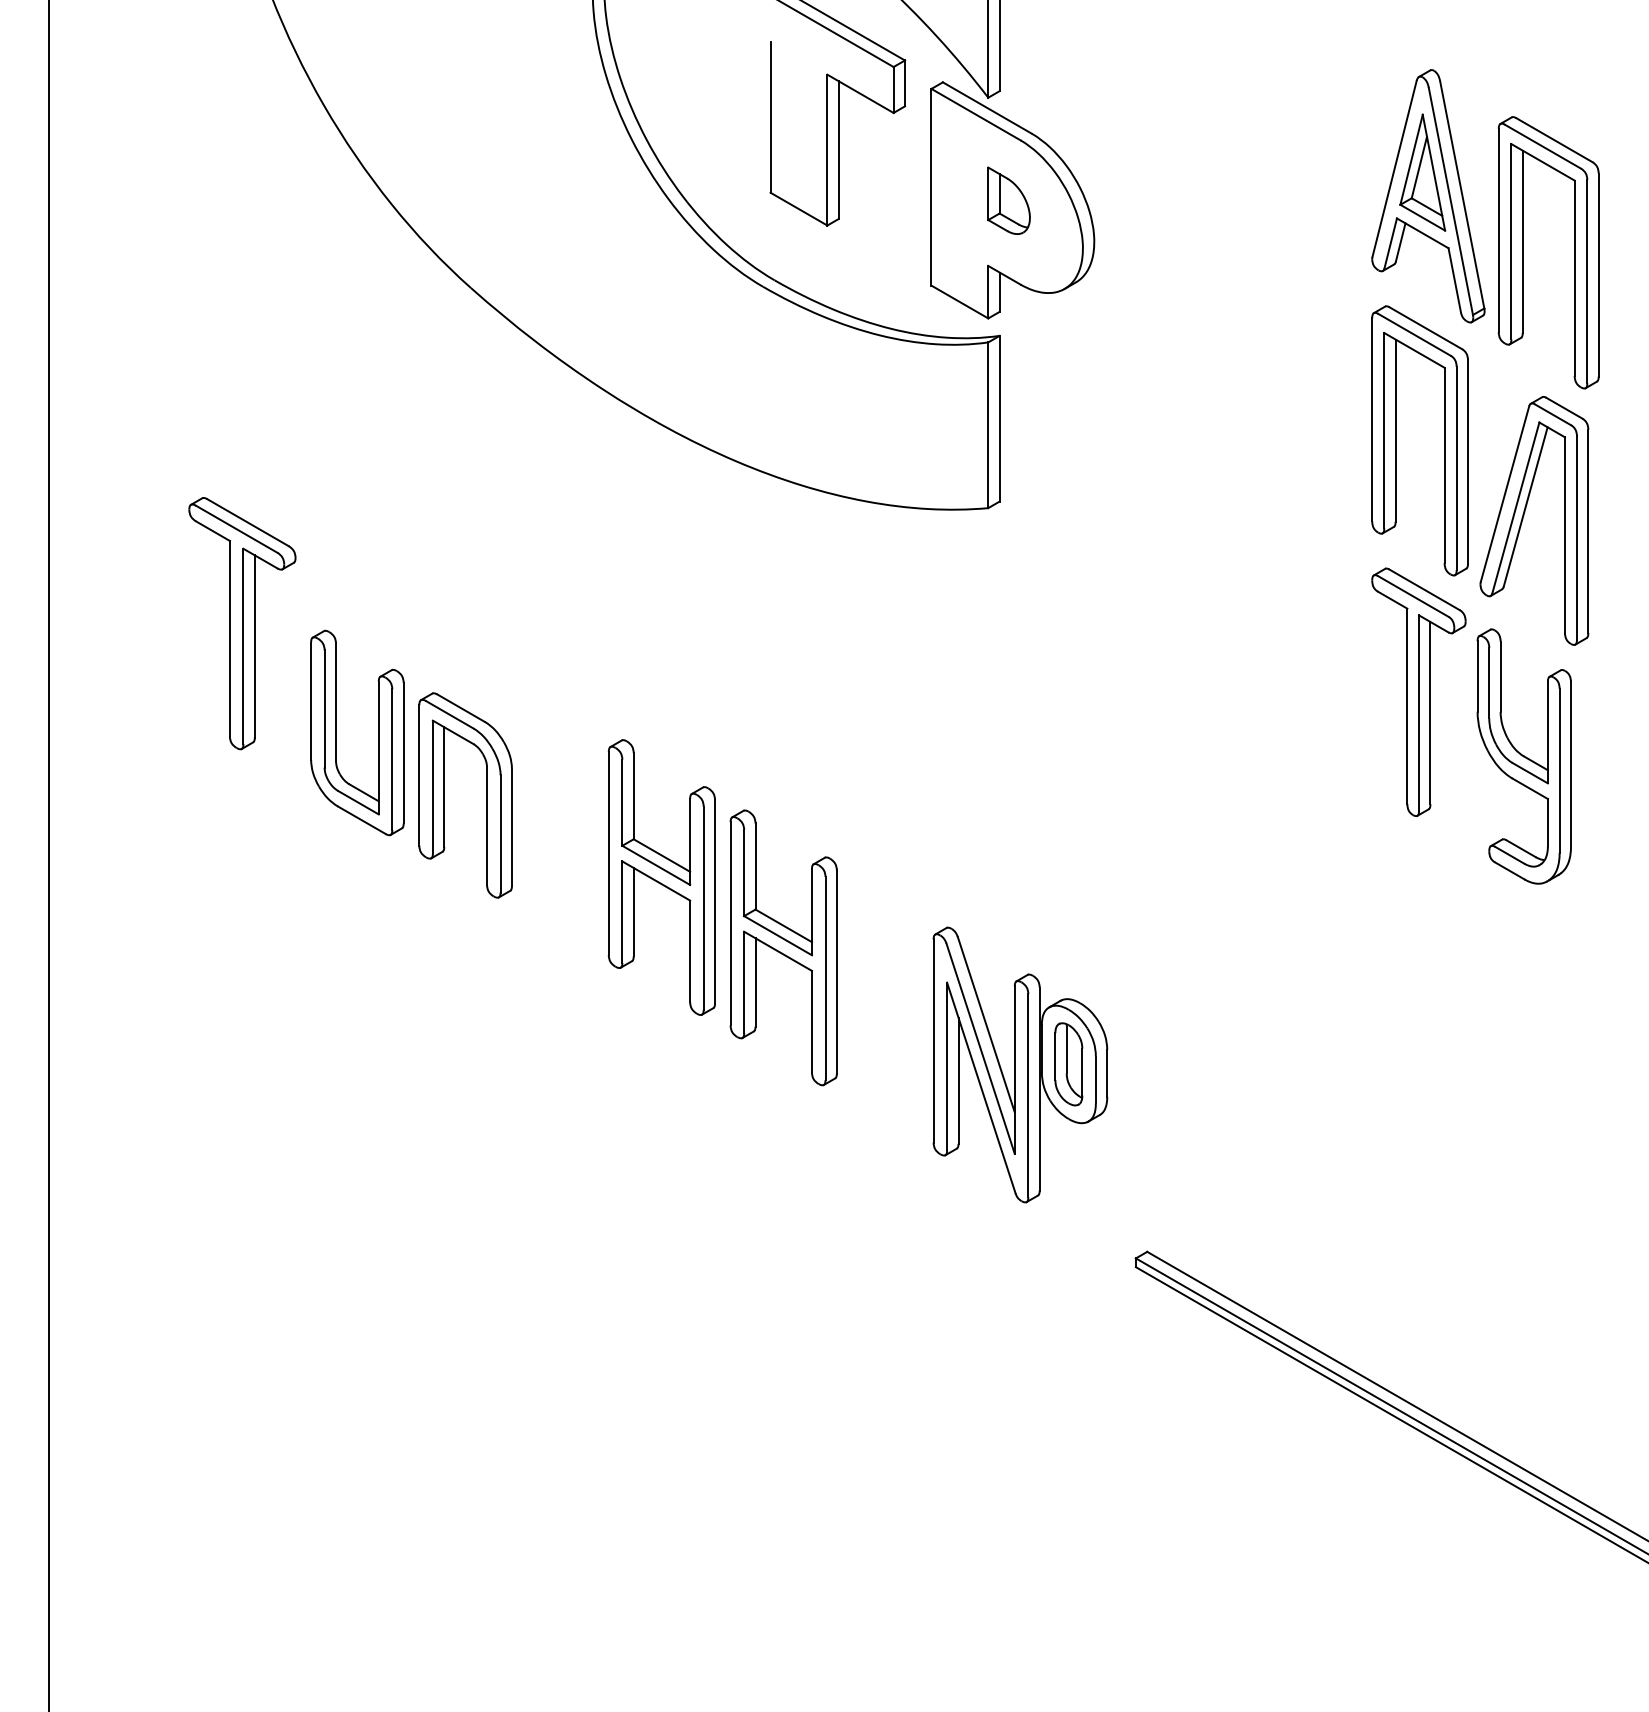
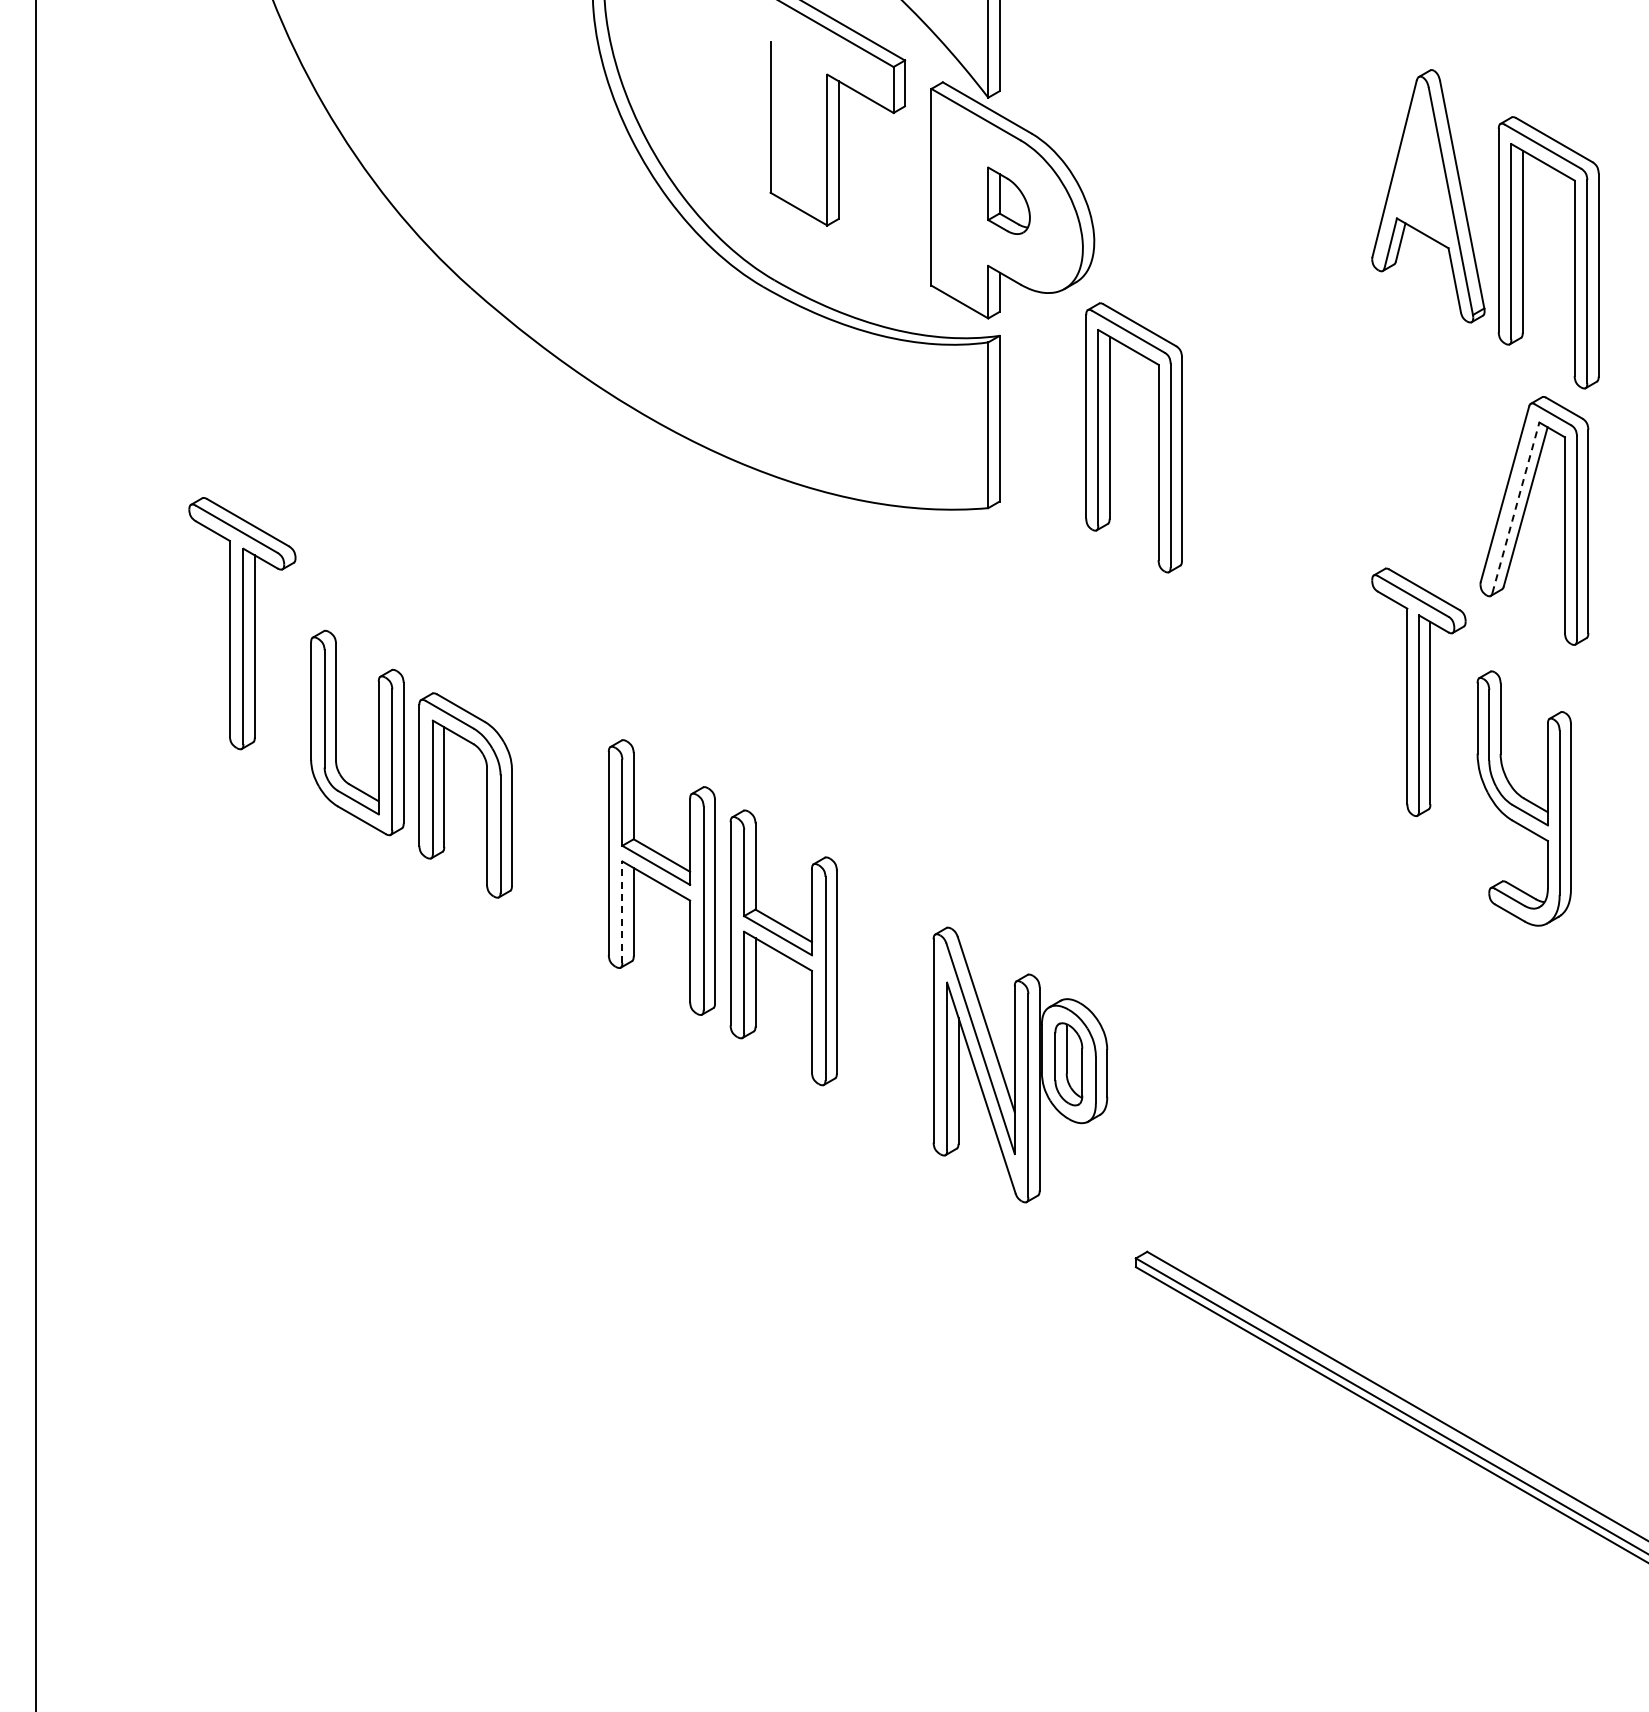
part at (1422, 172): present -> none
part at (1396, 440) position: (1396, 440) -> (1110, 437)
line at (1516, 507): solid -> dashed
part at (1523, 756) position: (1523, 756) -> (1523, 798)
line at (49, 855) position: (49, 855) -> (36, 855)
line at (622, 912): solid -> dashed
